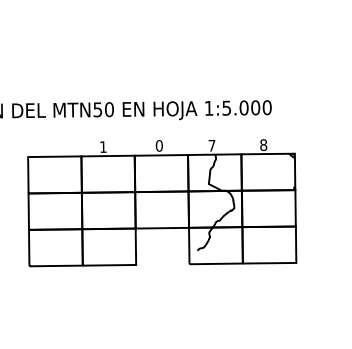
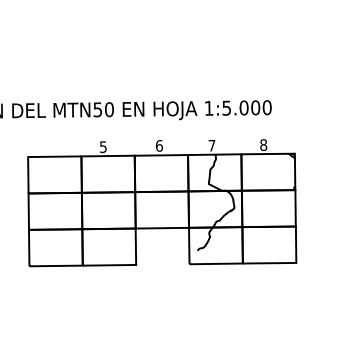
text at (159, 145): 0 -> 6
text at (103, 147): 1 -> 5
